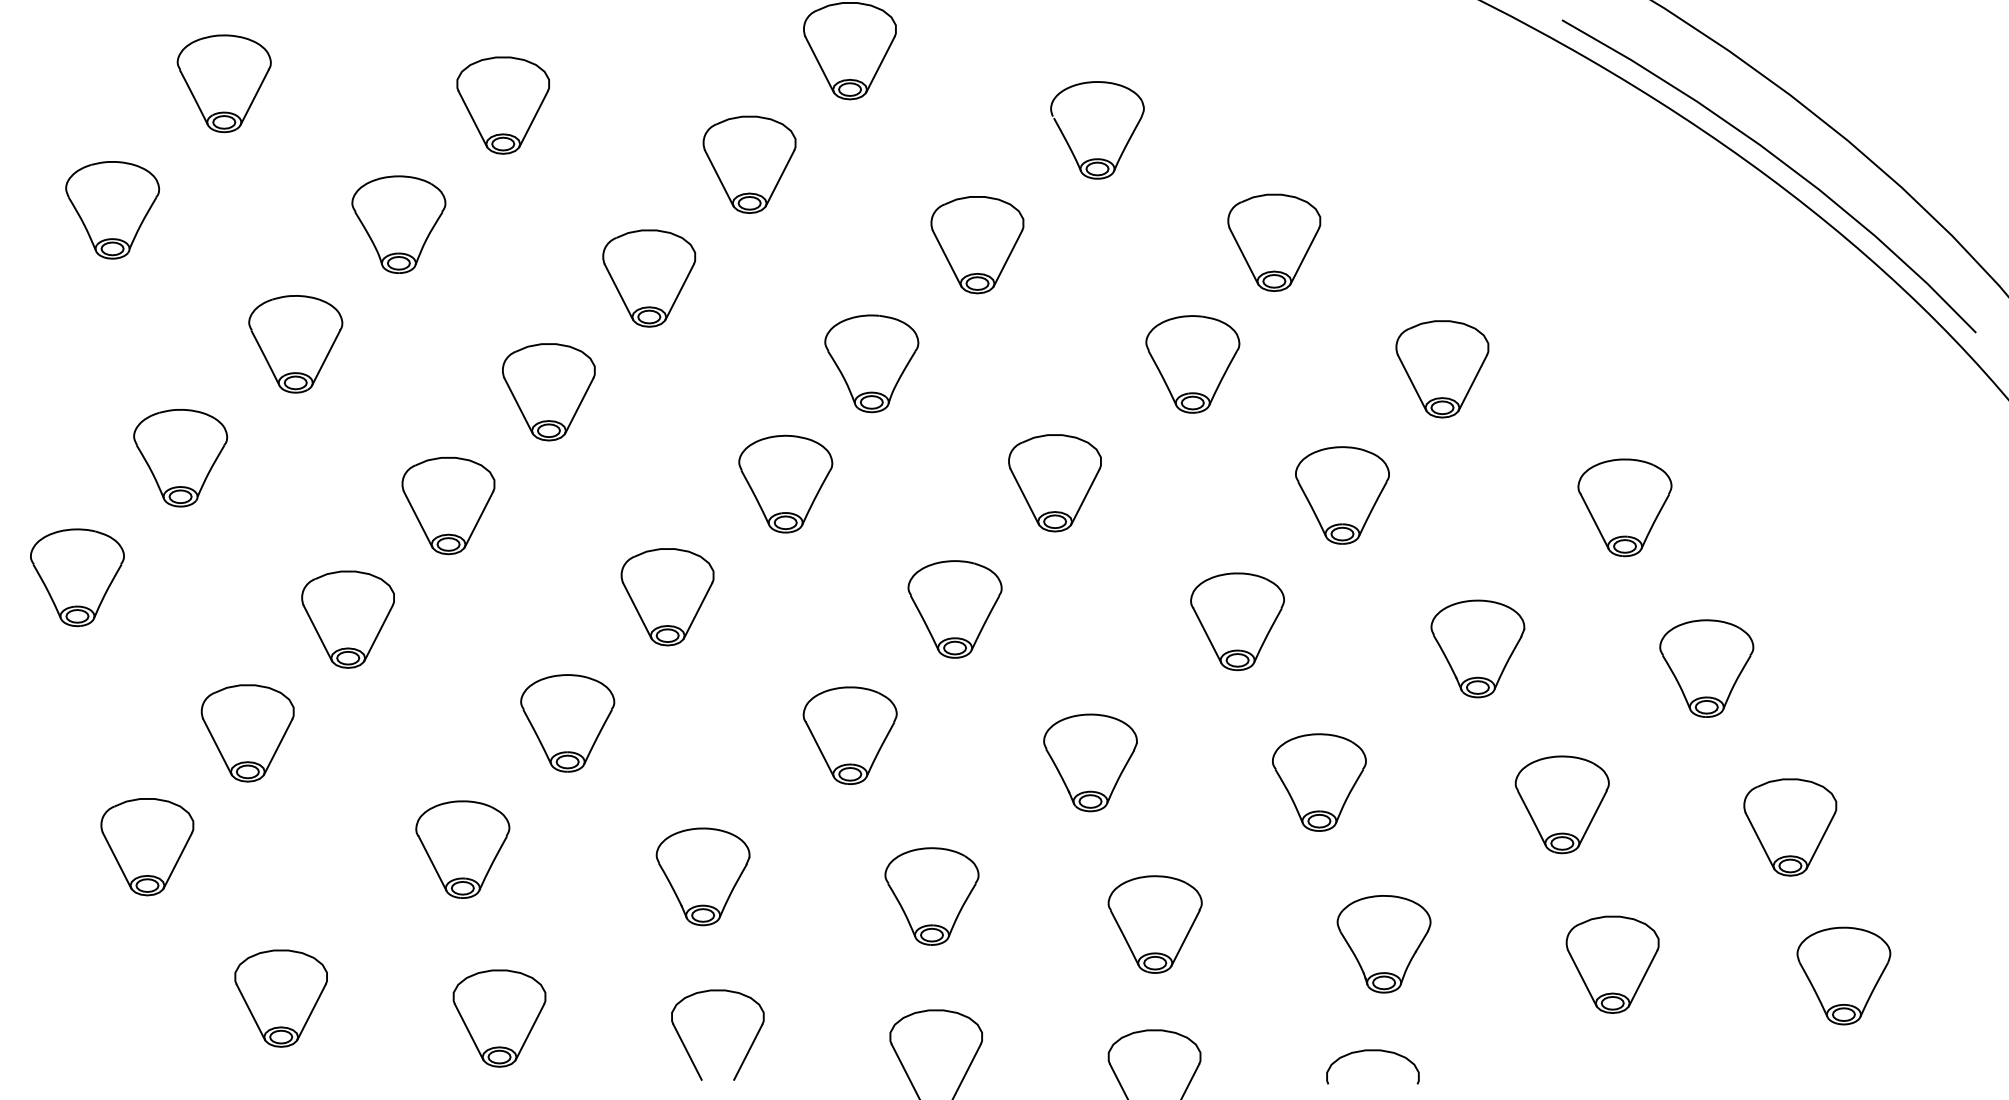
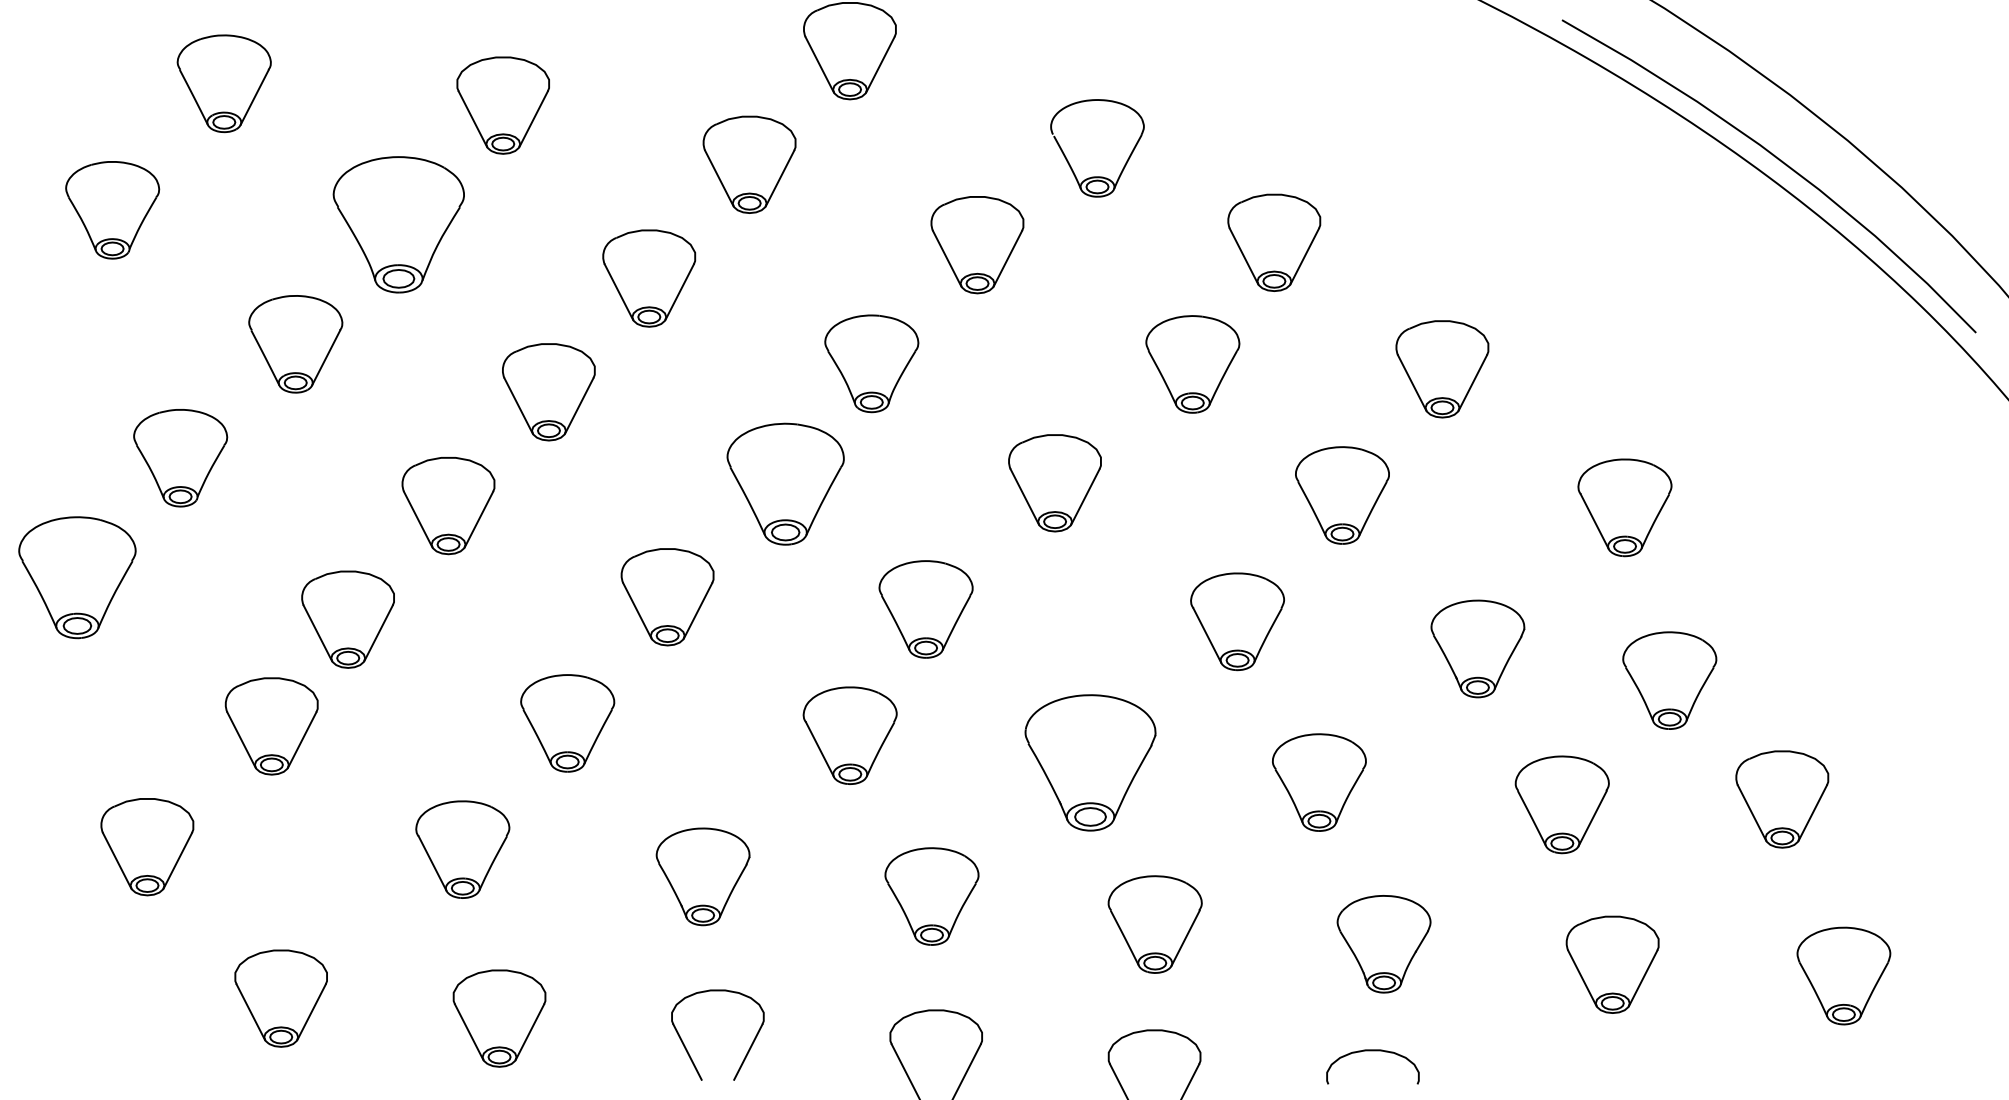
part at (1097, 130) position: (1097, 130) -> (1097, 148)
part at (398, 224) size: 96x99 px -> 133x138 px
part at (785, 483) size: 96x100 px -> 119x124 px
part at (77, 577) size: 95x100 px -> 119x124 px
part at (954, 609) position: (954, 609) -> (925, 609)
part at (1706, 668) position: (1706, 668) -> (1669, 680)
part at (247, 733) position: (247, 733) -> (271, 726)
part at (1090, 762) size: 95x100 px -> 133x138 px
part at (1790, 827) position: (1790, 827) -> (1782, 799)
